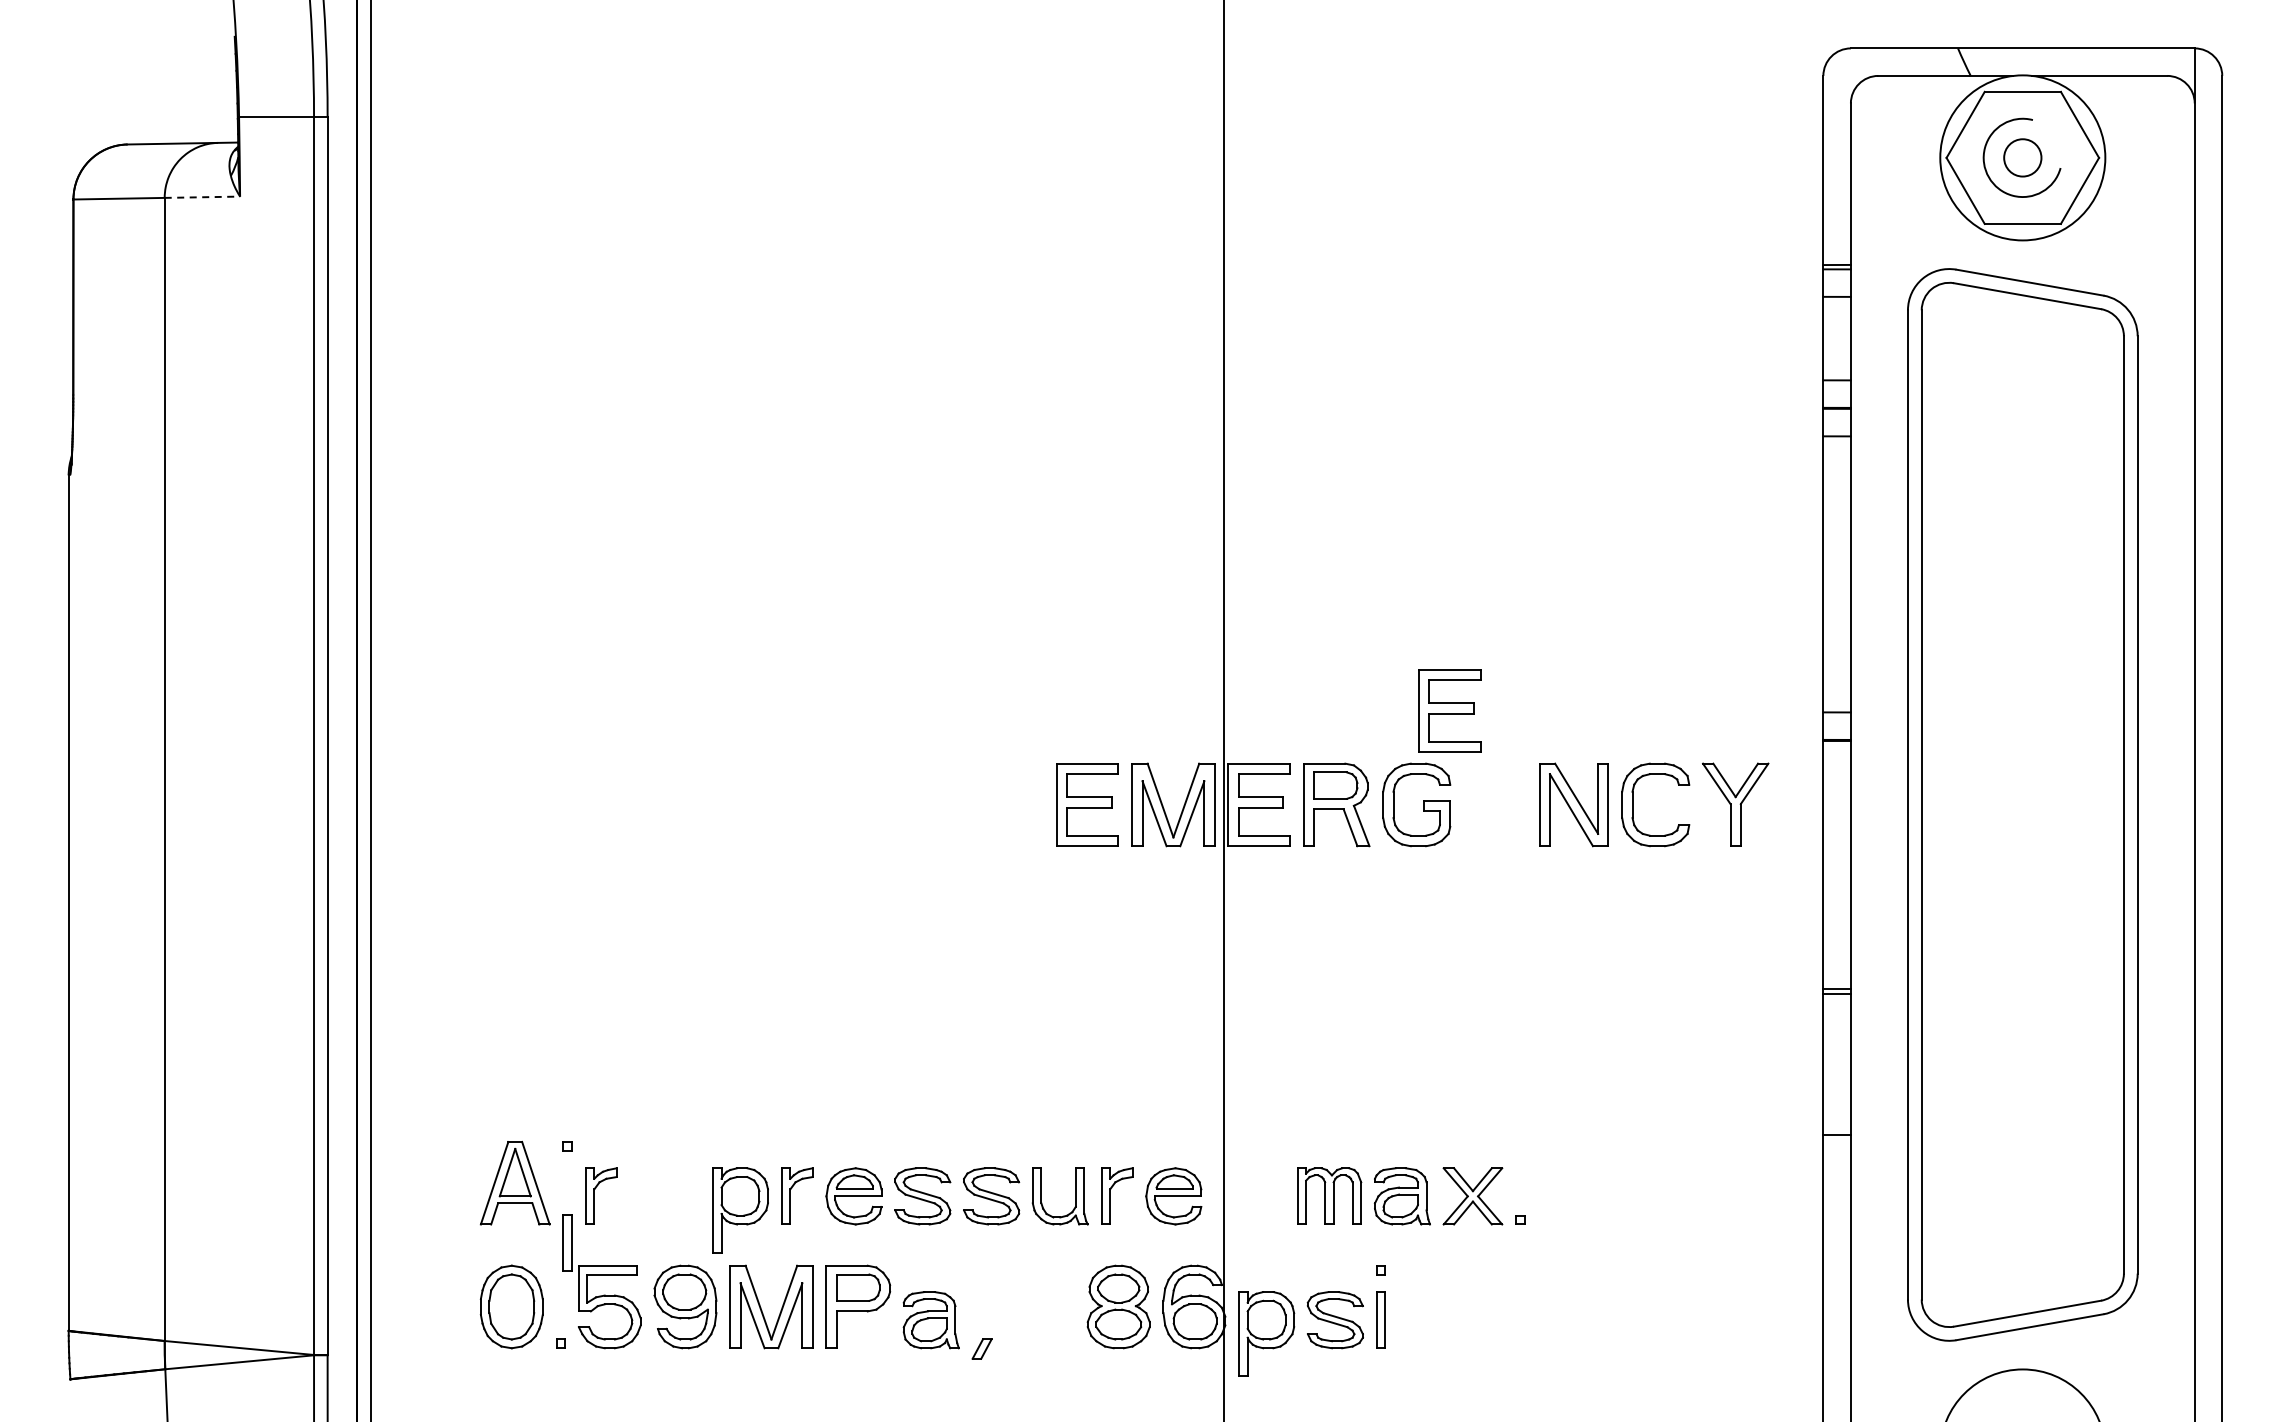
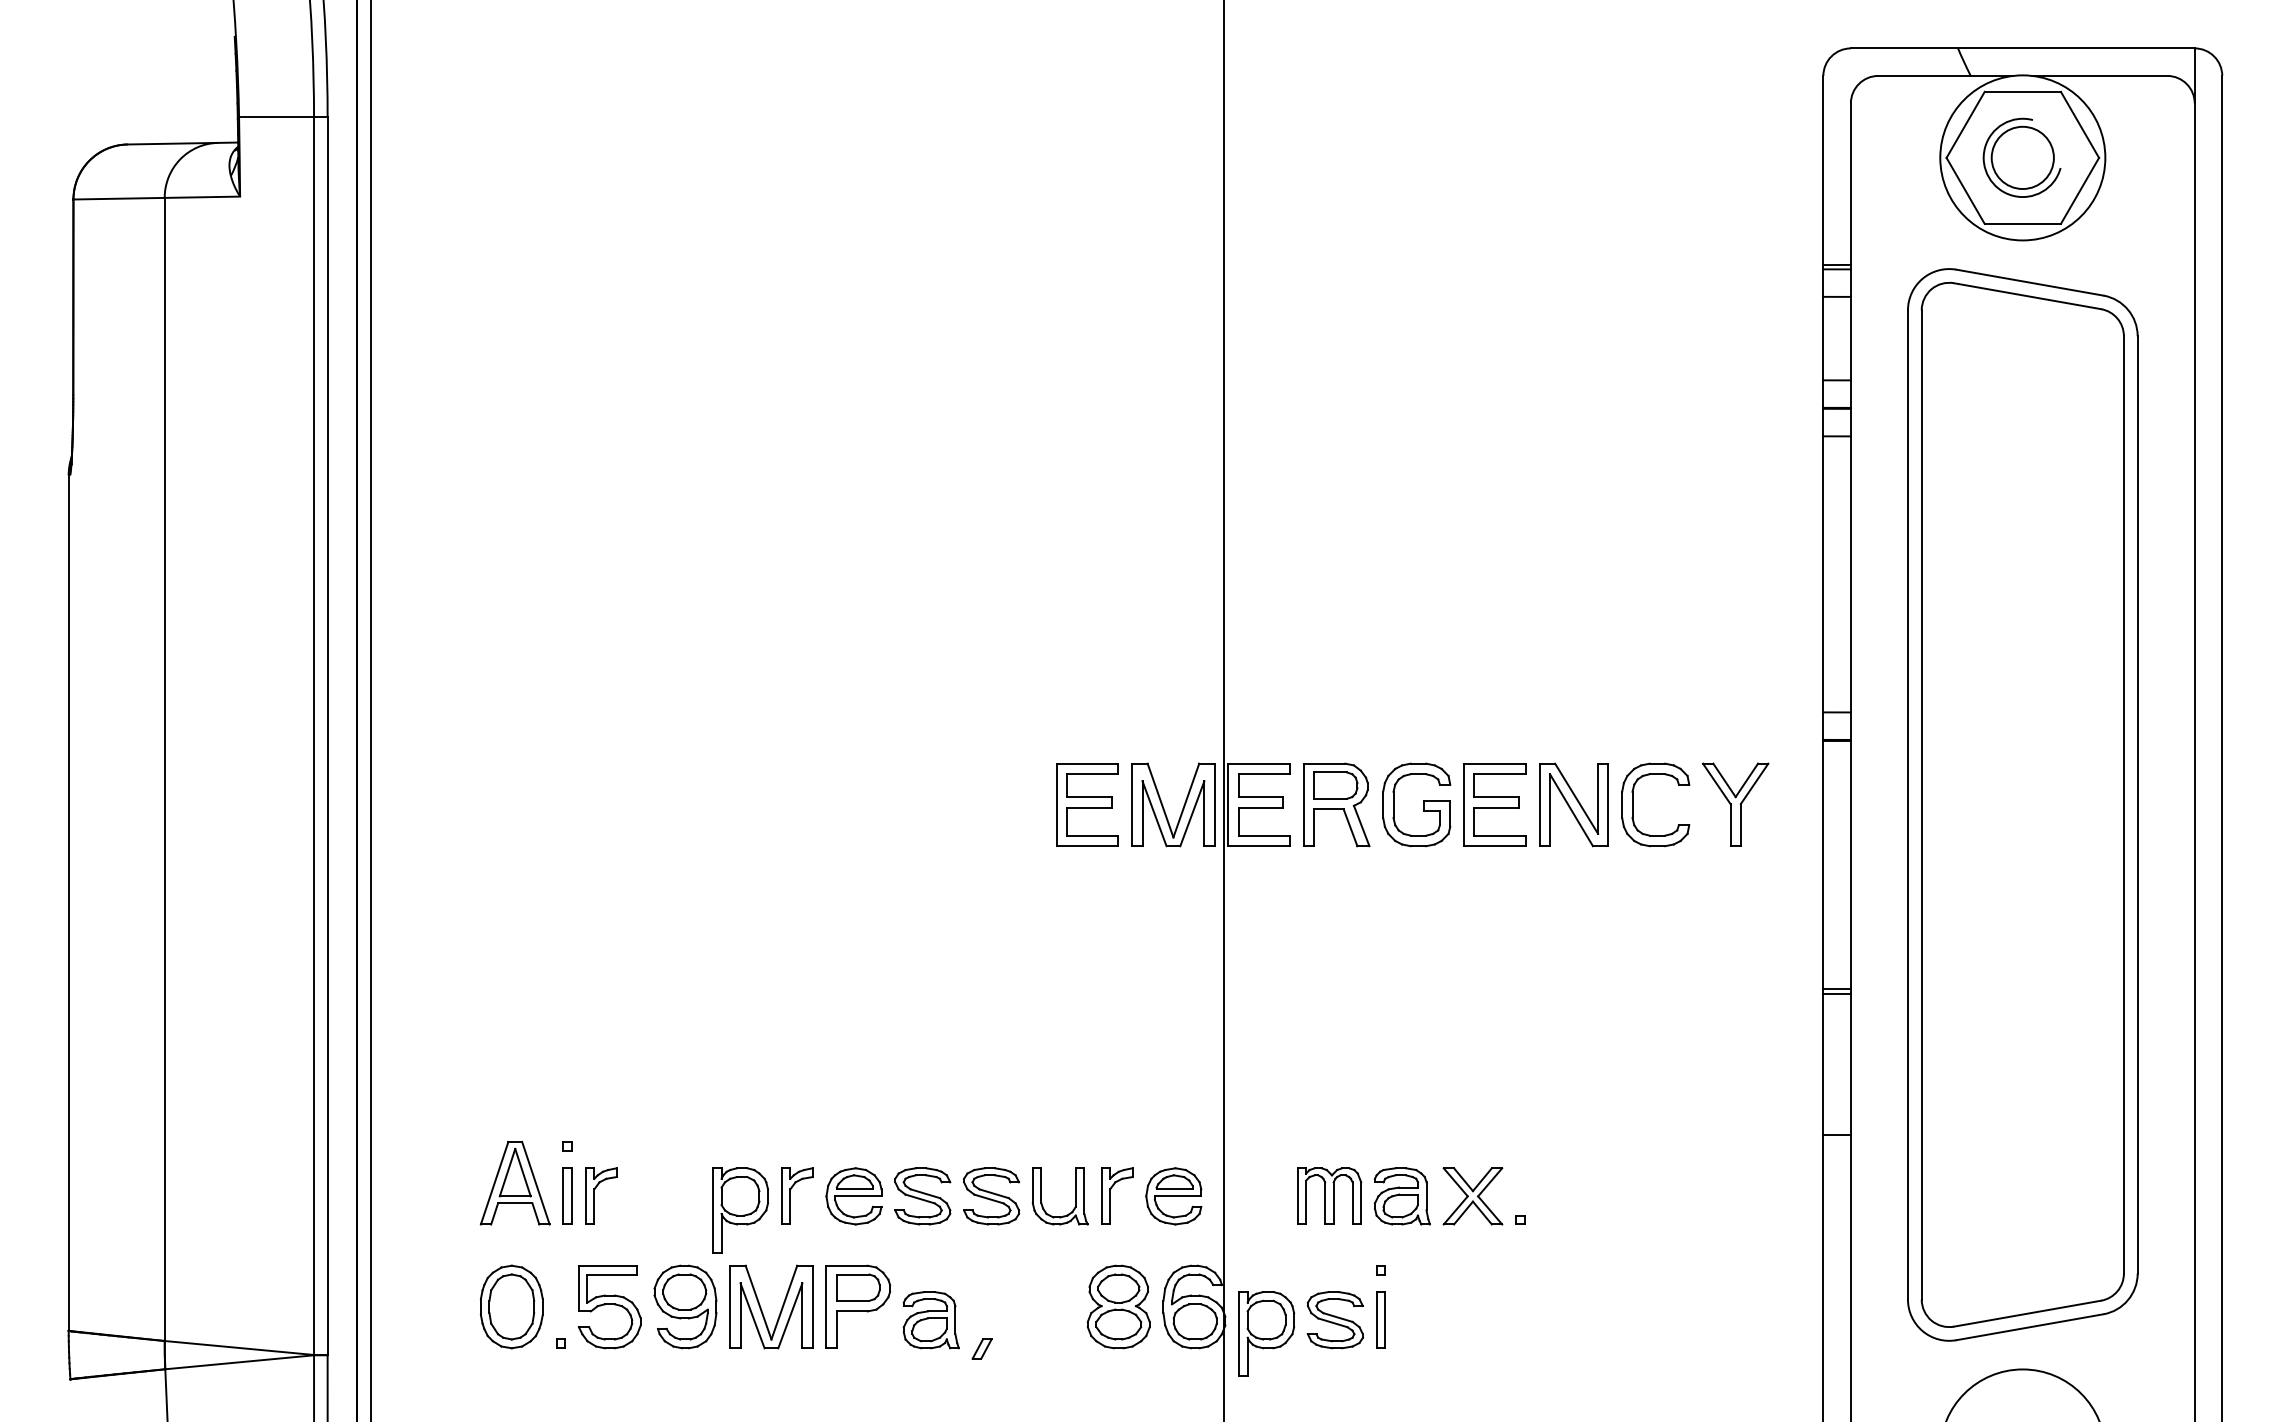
circle at (2022, 157) diameter: 37 px -> 62 px
line at (202, 197): dashed -> solid
part at (1449, 710) position: (1449, 710) -> (1494, 804)
part at (567, 1242) position: (567, 1242) -> (567, 1195)
